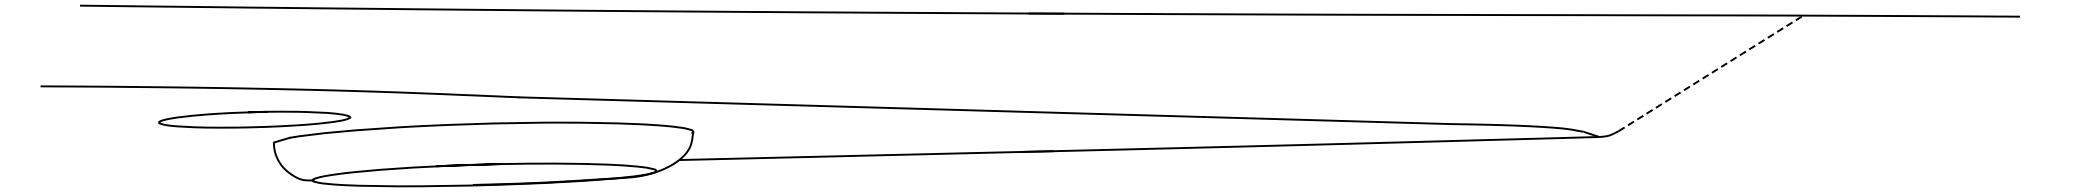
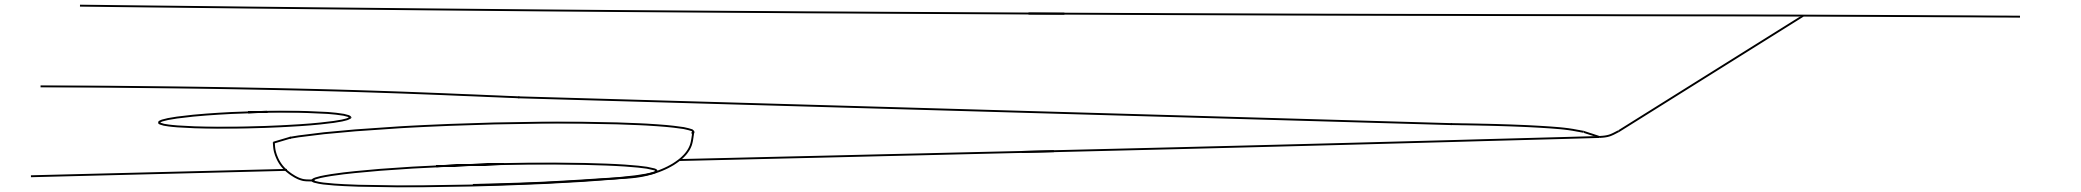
line at (1711, 72): dashed -> solid
line at (158, 172): none -> present
